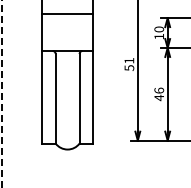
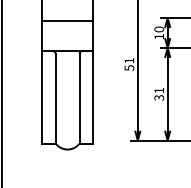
line at (67, 14) position: (67, 14) -> (67, 21)
line at (2, 94): dashed -> solid
text at (159, 94): 46 -> 31
